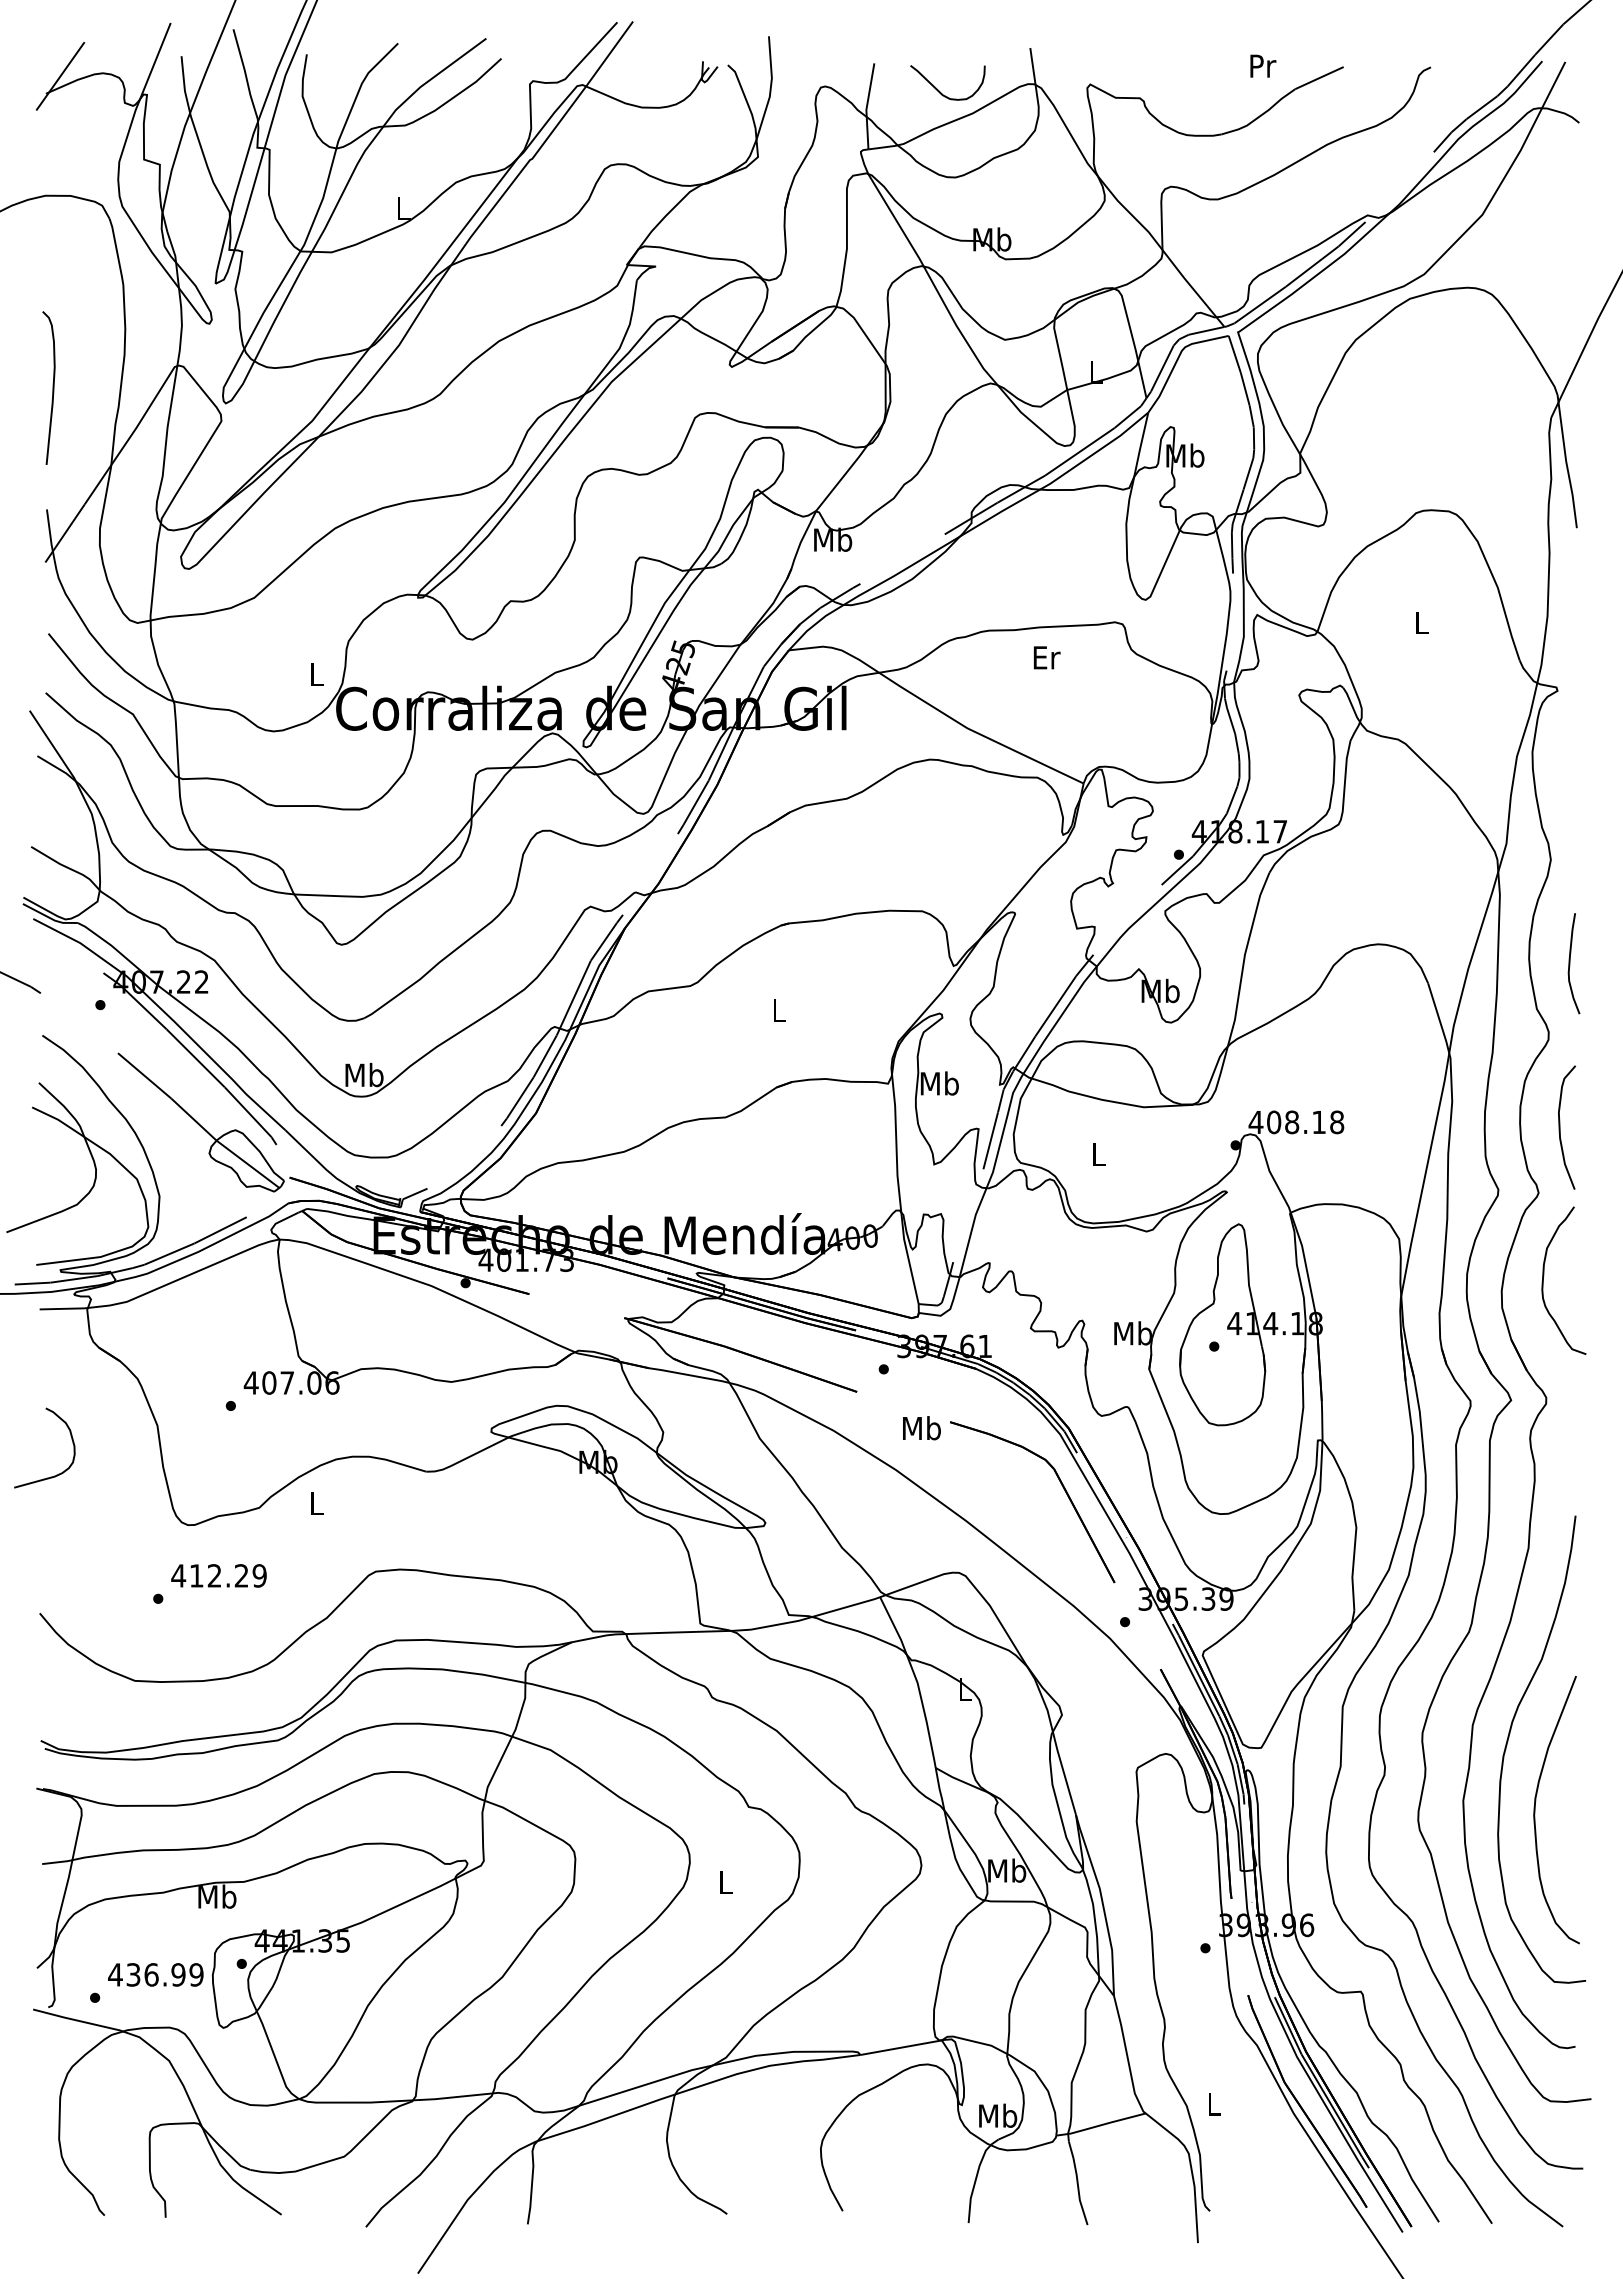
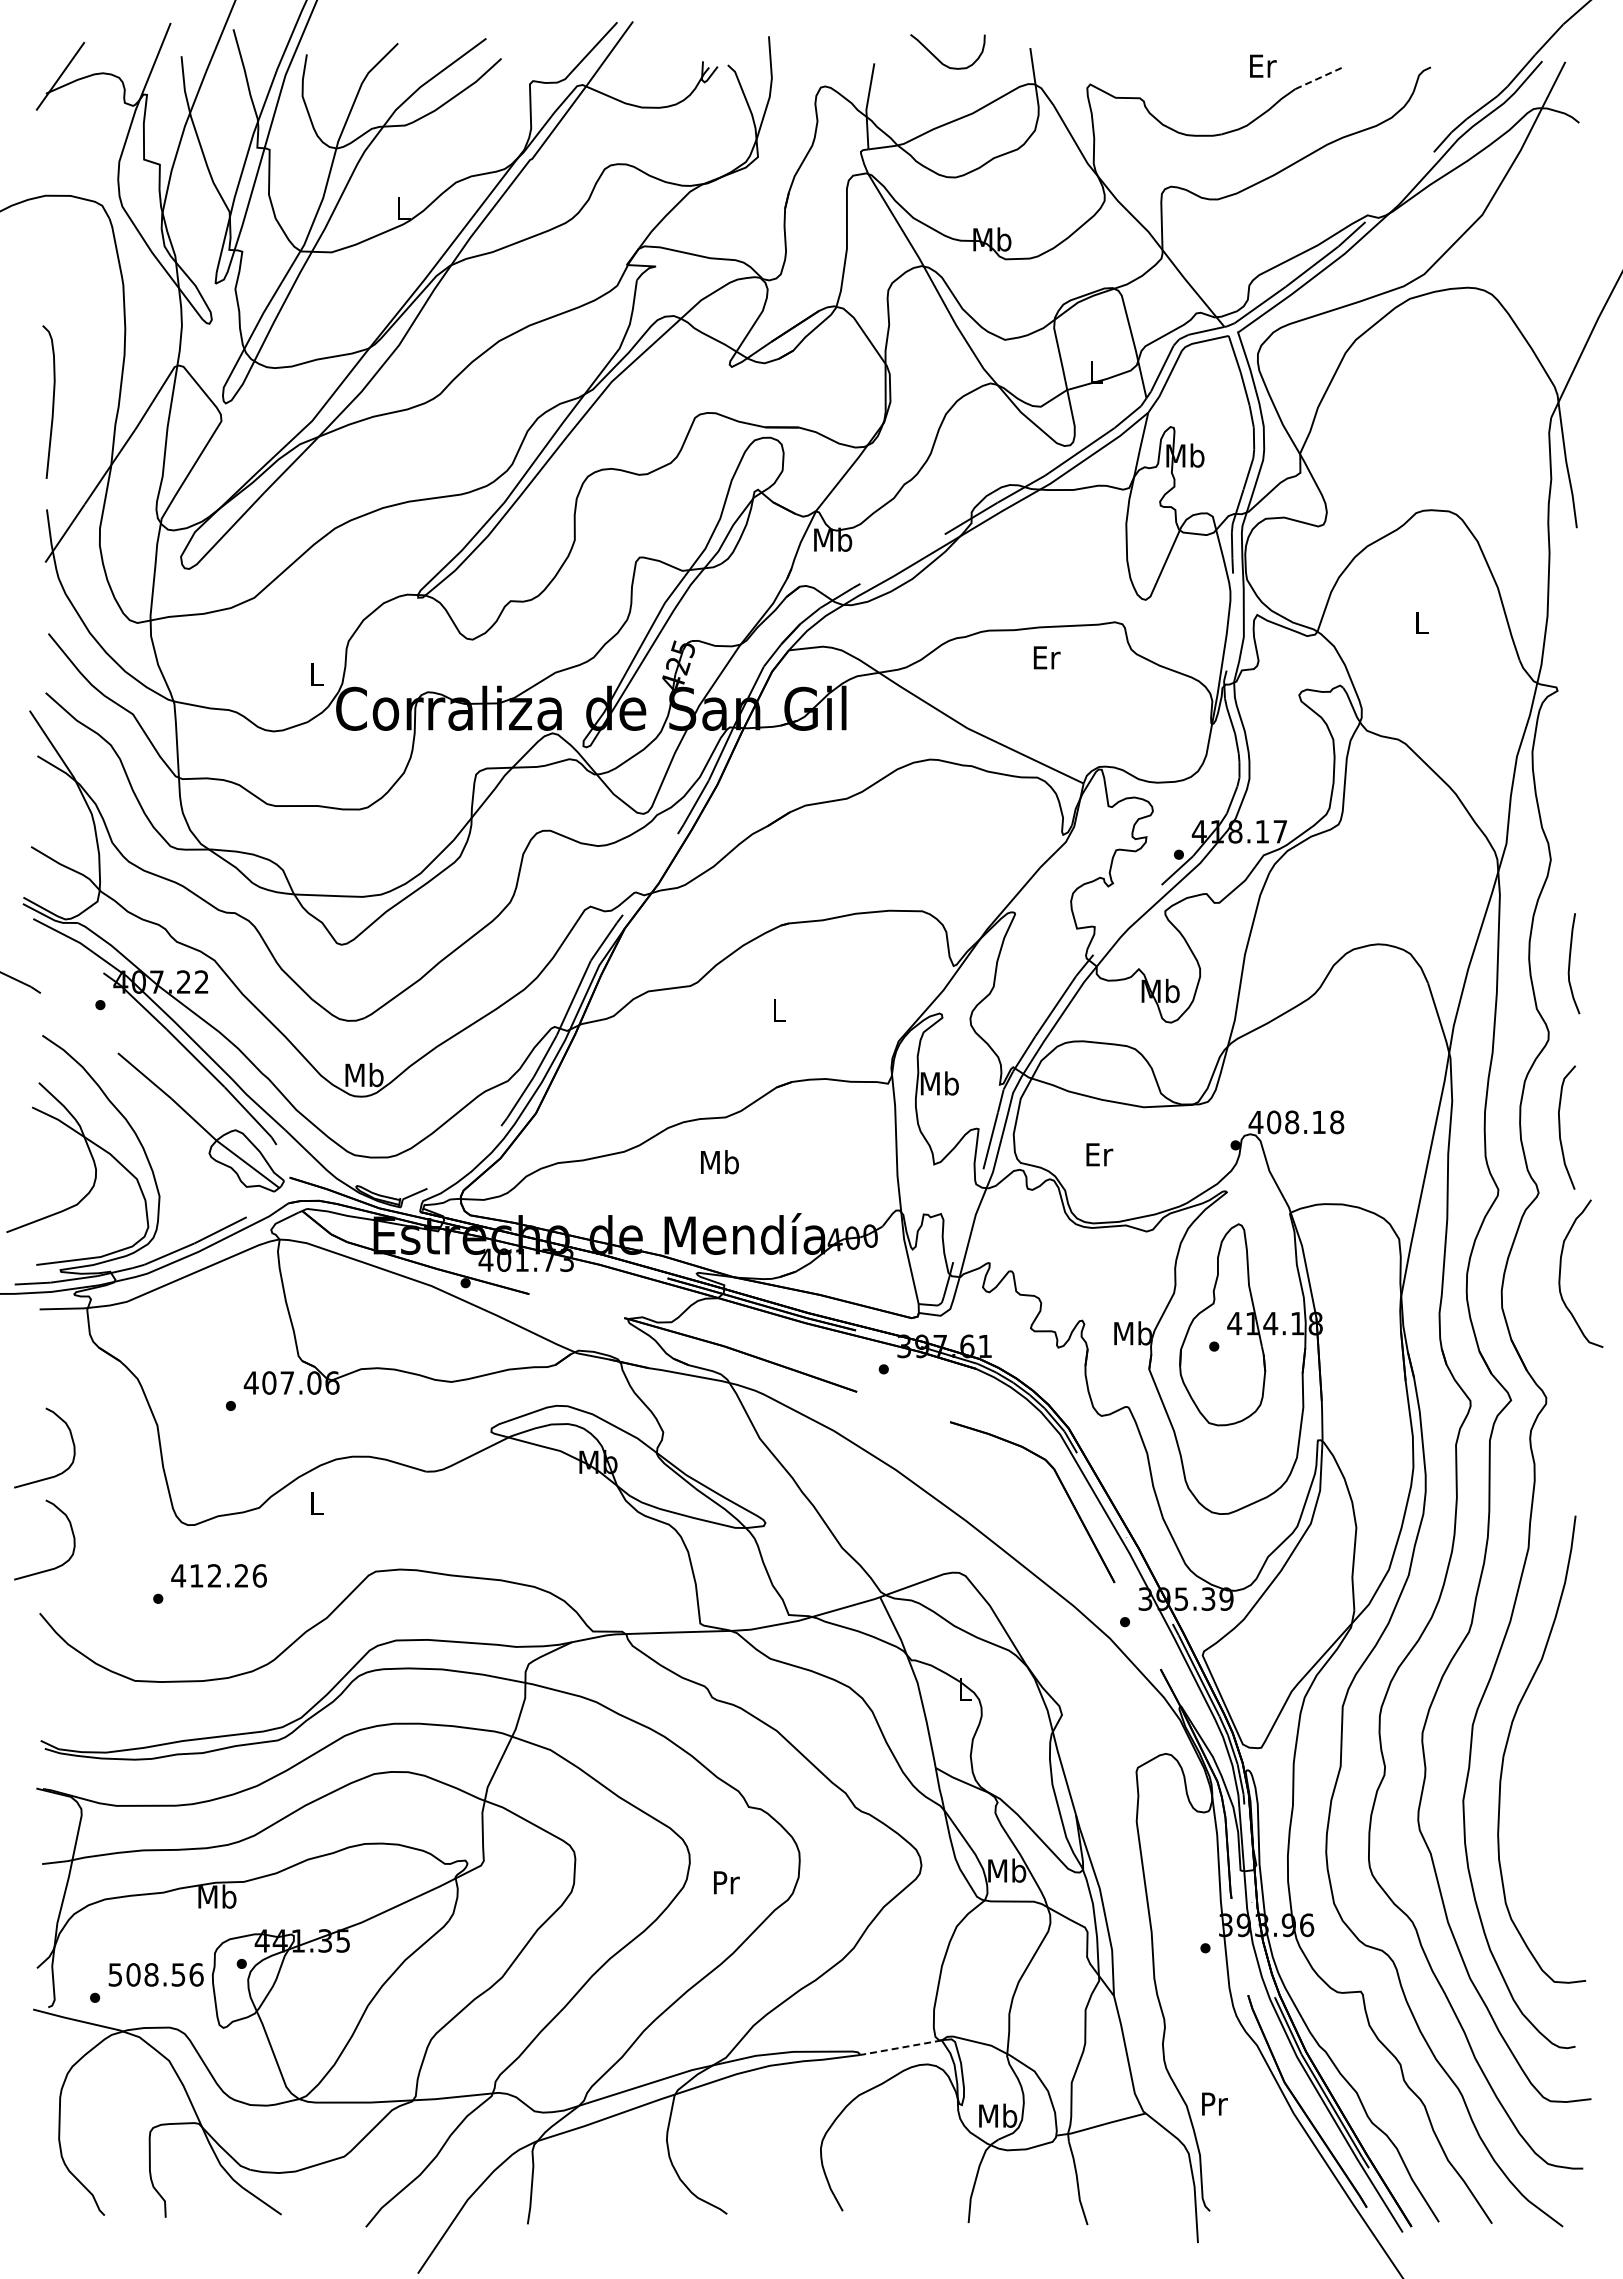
text at (1263, 65): Pr -> Er
line at (1319, 78): solid -> dashed
curve at (939, 90) position: (939, 90) -> (939, 59)
curve at (52, 387) position: (52, 387) -> (52, 401)
text at (1099, 1154): L -> Er
curve at (1544, 1276) position: (1544, 1276) -> (1561, 1269)
text at (921, 1428) position: (921, 1428) -> (719, 1162)
curve at (71, 1531): none -> present
text at (259, 1575): 412.29 -> 412.26
curve at (1535, 1810): present -> none
text at (726, 1882): L -> Pr
text at (155, 1974): 436.99 -> 508.56
line at (900, 2047): solid -> dashed
text at (1214, 2103): L -> Pr
